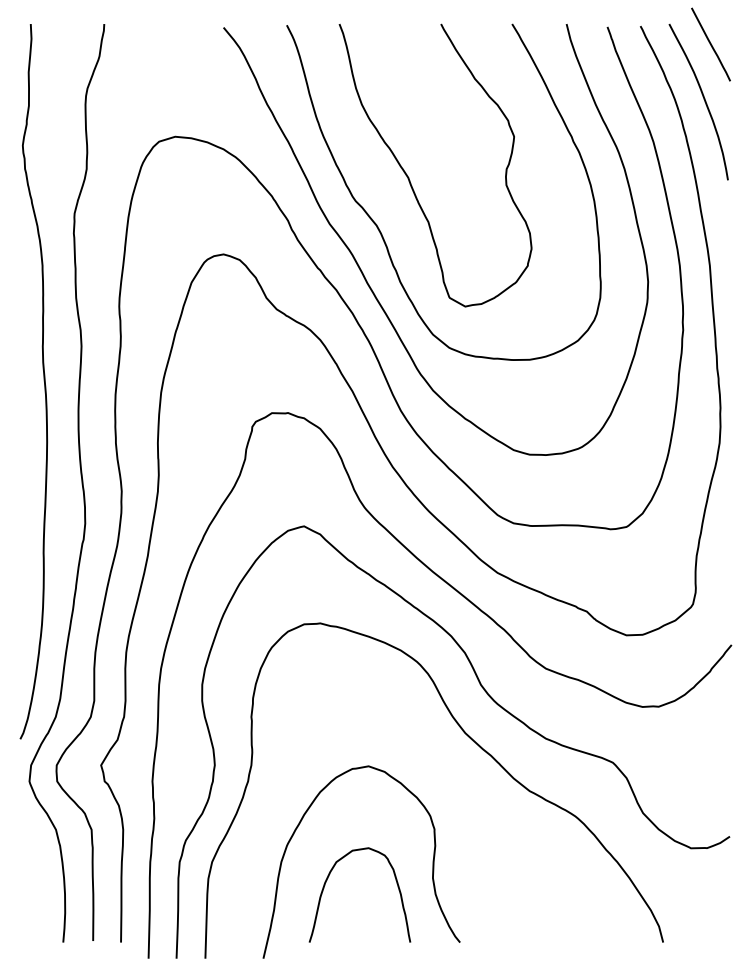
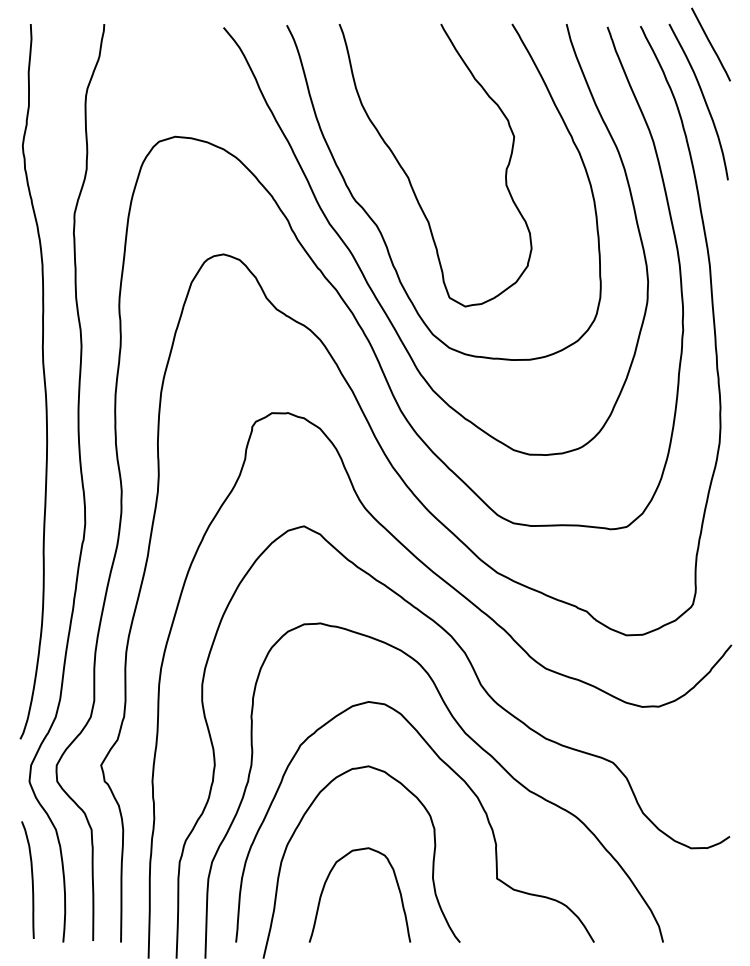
curve at (456, 775): none -> present
curve at (31, 879): none -> present
